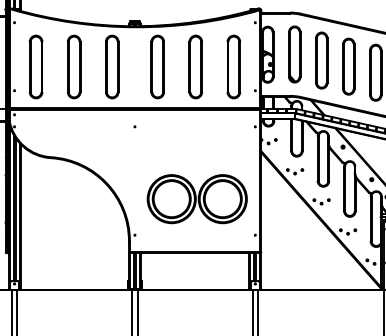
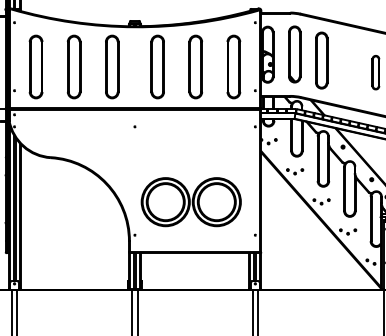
part at (348, 66): present -> none
part at (375, 72) size: 14x59 px -> 10x36 px
part at (196, 199) position: (196, 199) -> (190, 202)
